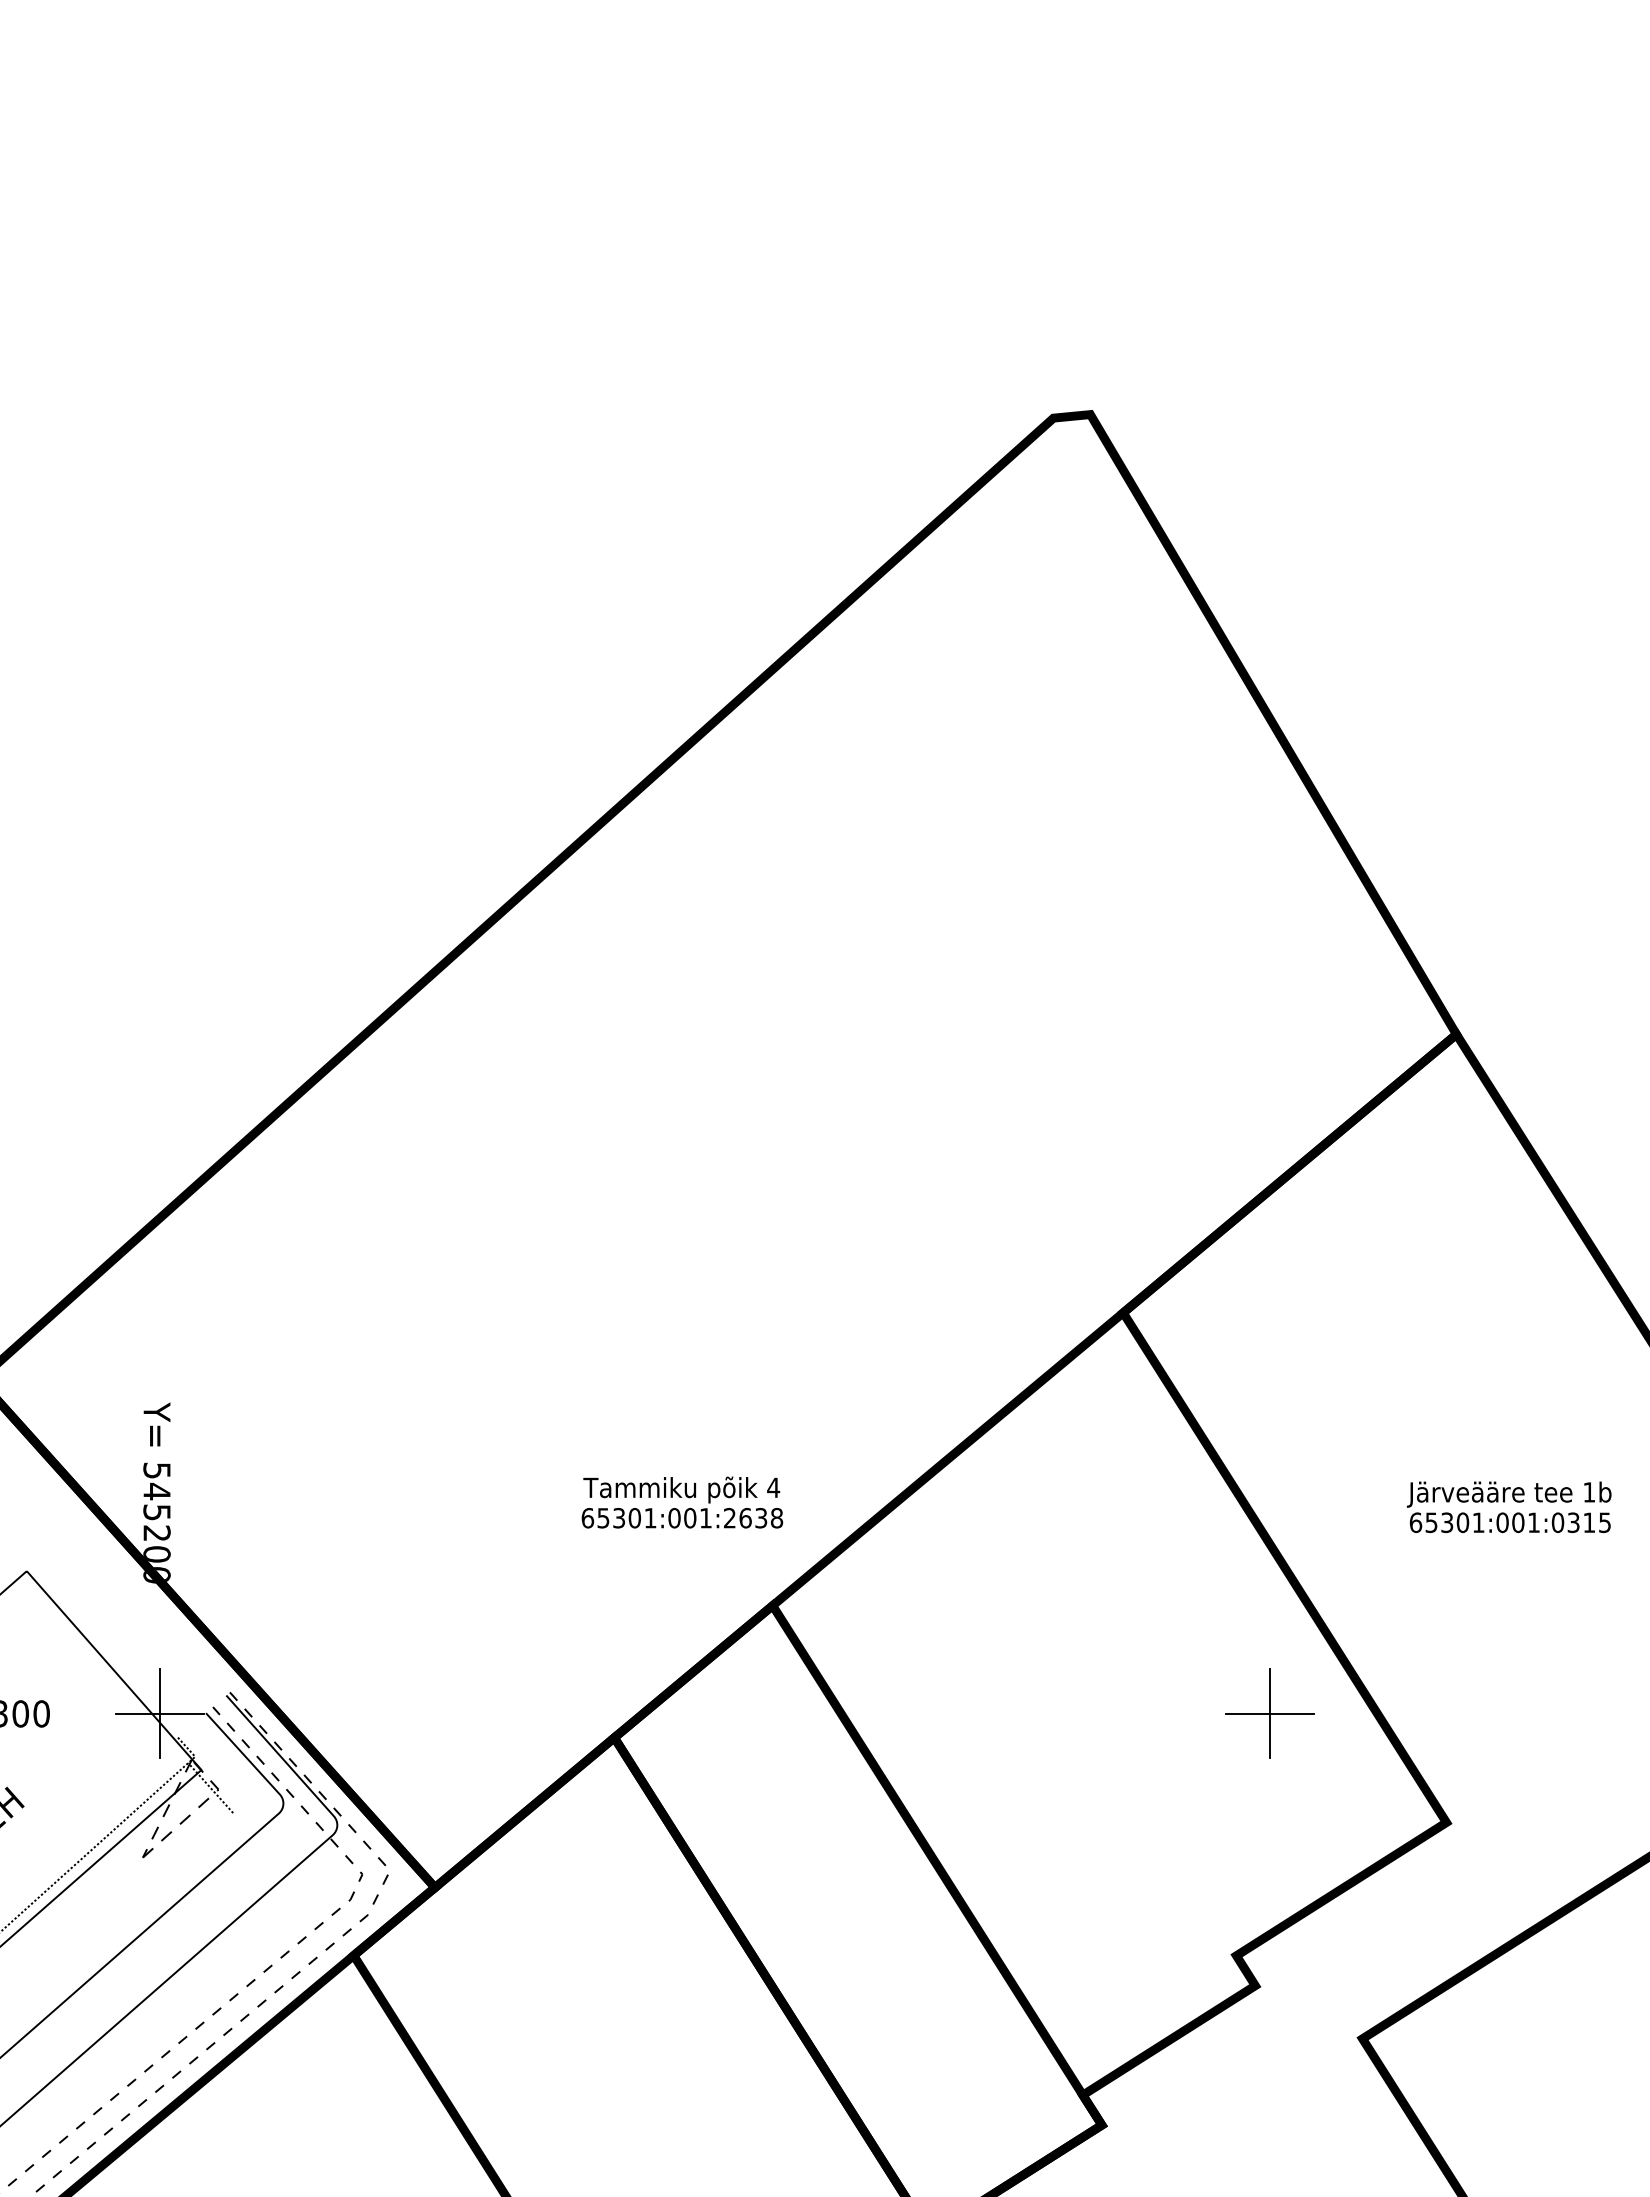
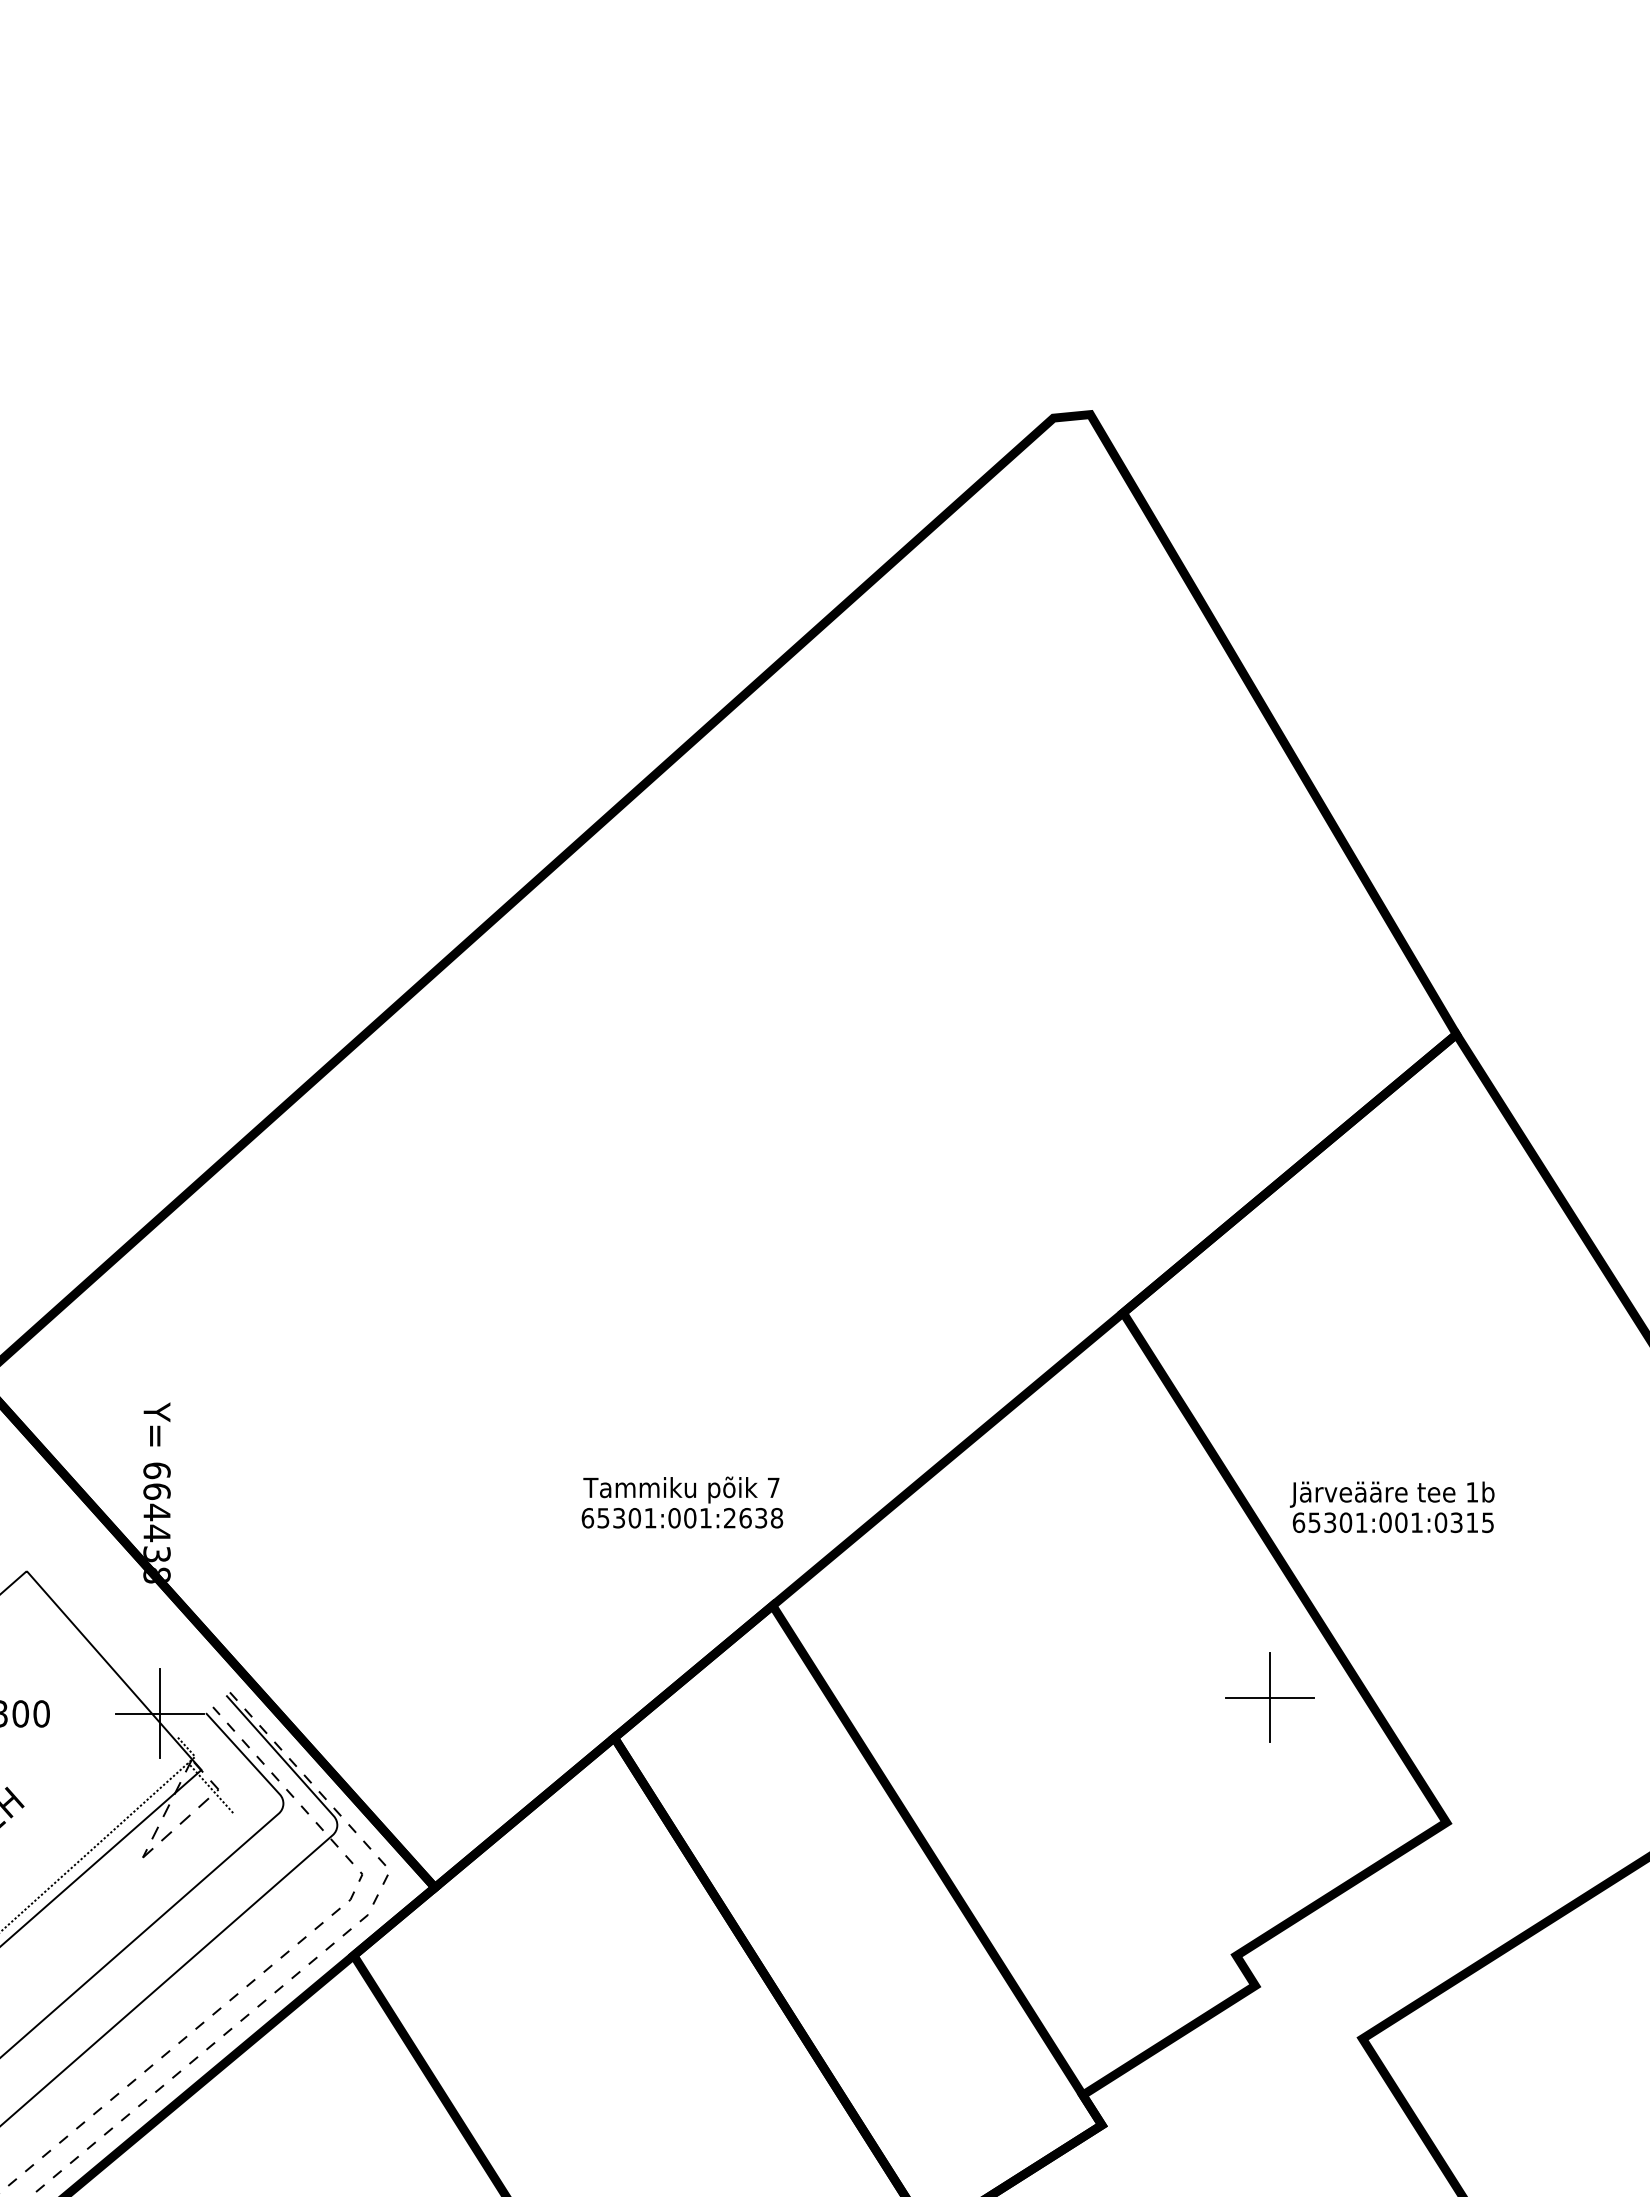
text at (773, 1487): 4 -> 7
text at (1509, 1506) position: (1509, 1506) -> (1392, 1506)
text at (156, 1522): 545200 -> 664438
part at (1269, 1713) position: (1269, 1713) -> (1269, 1697)
